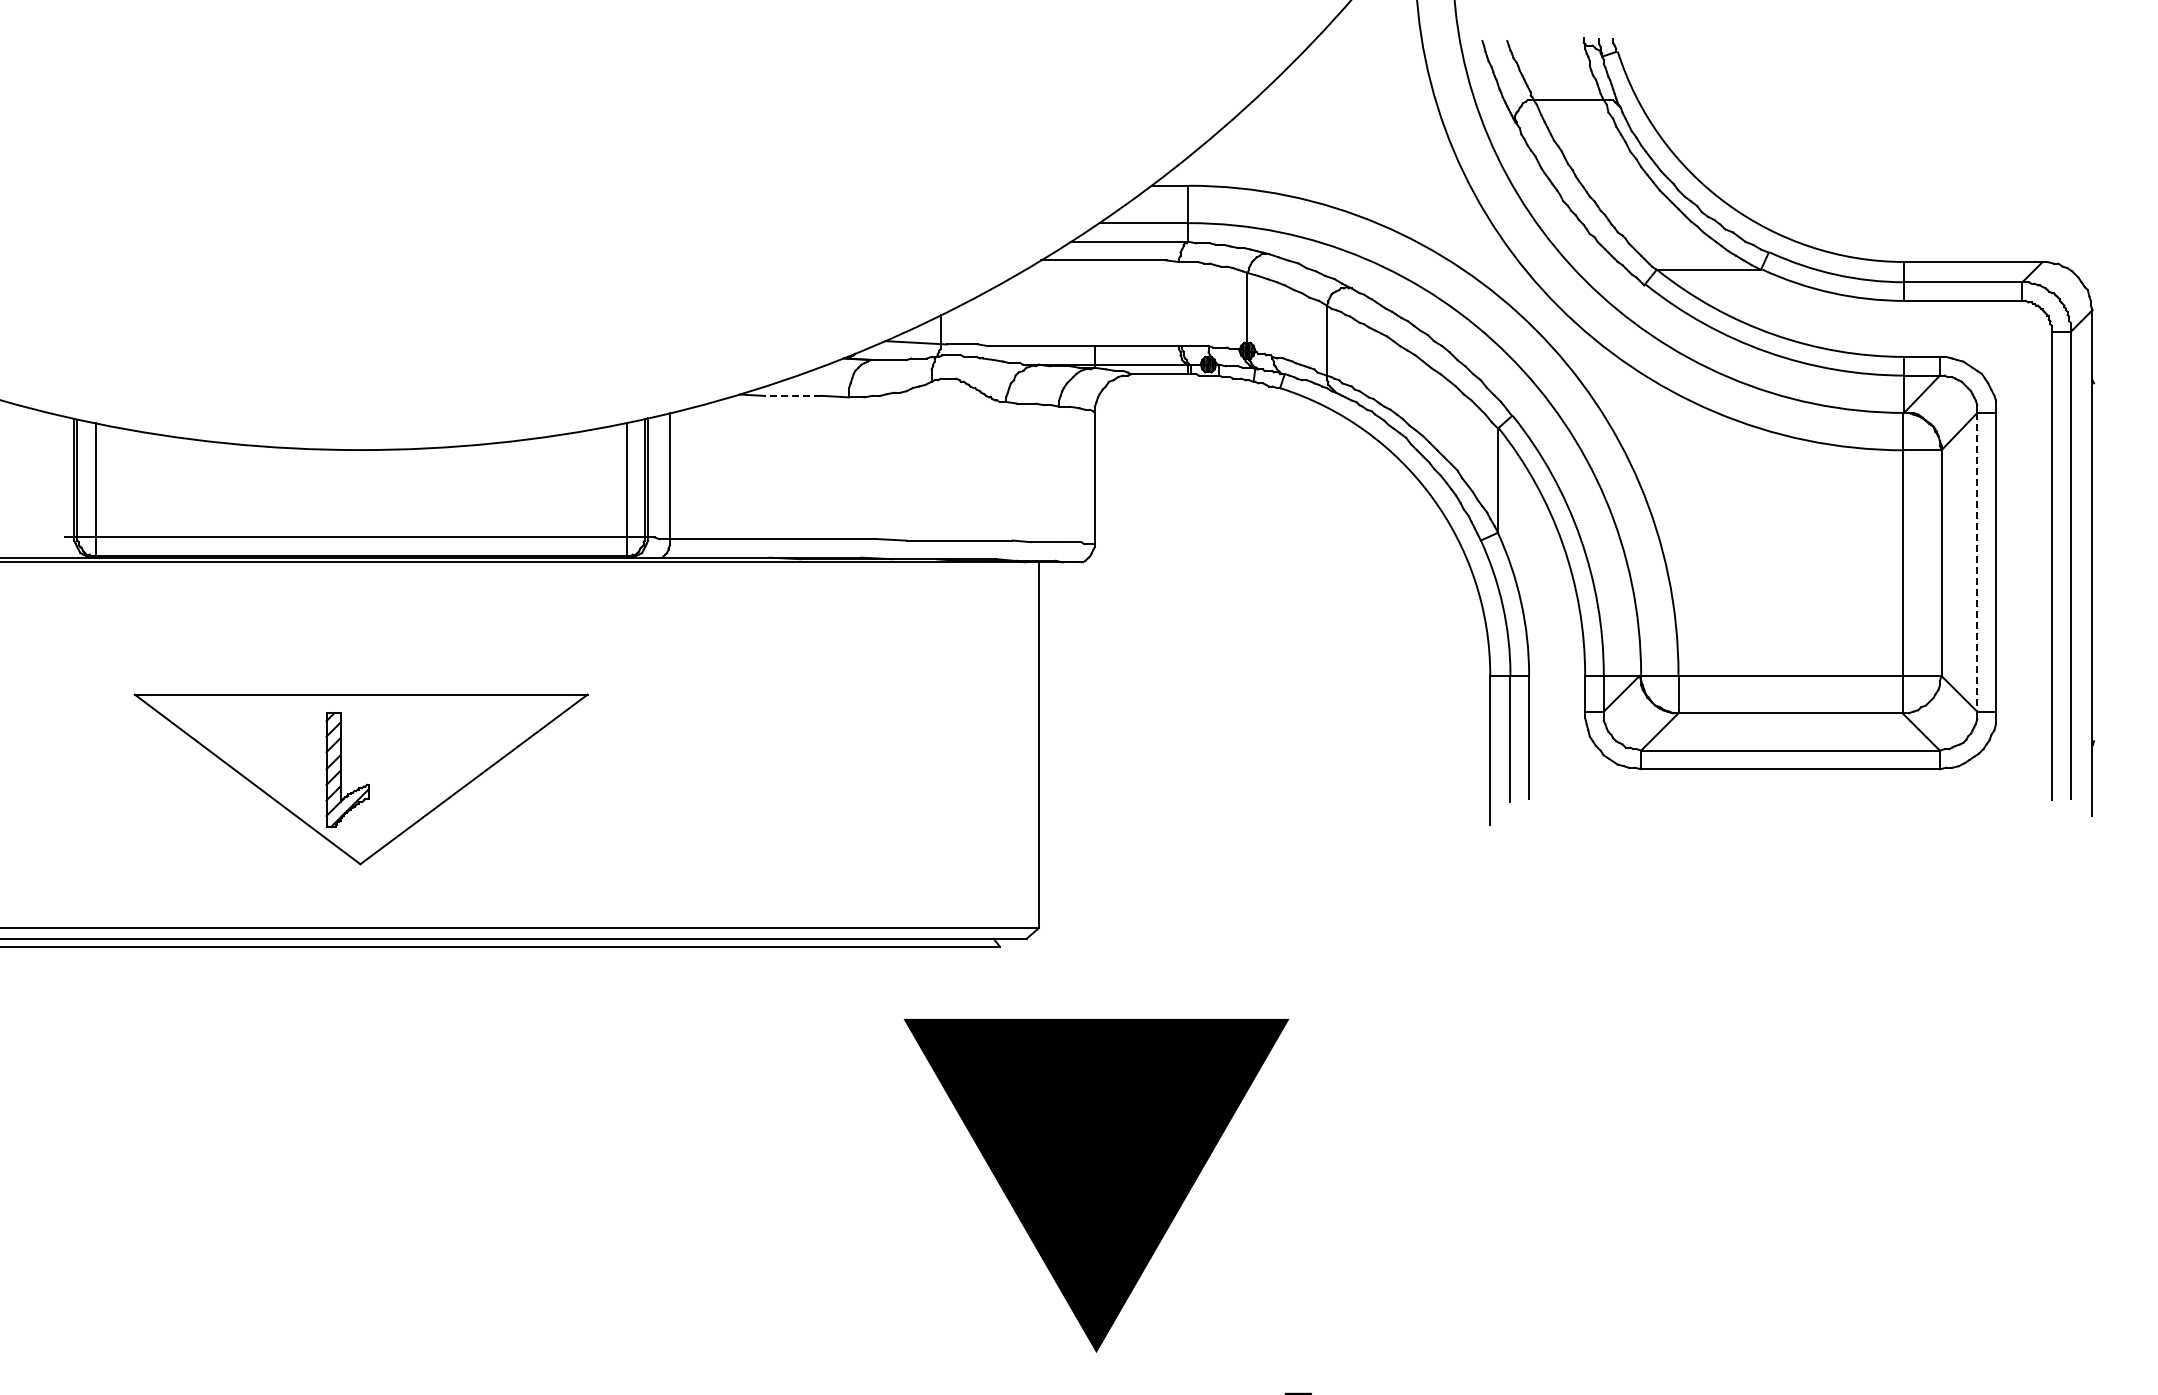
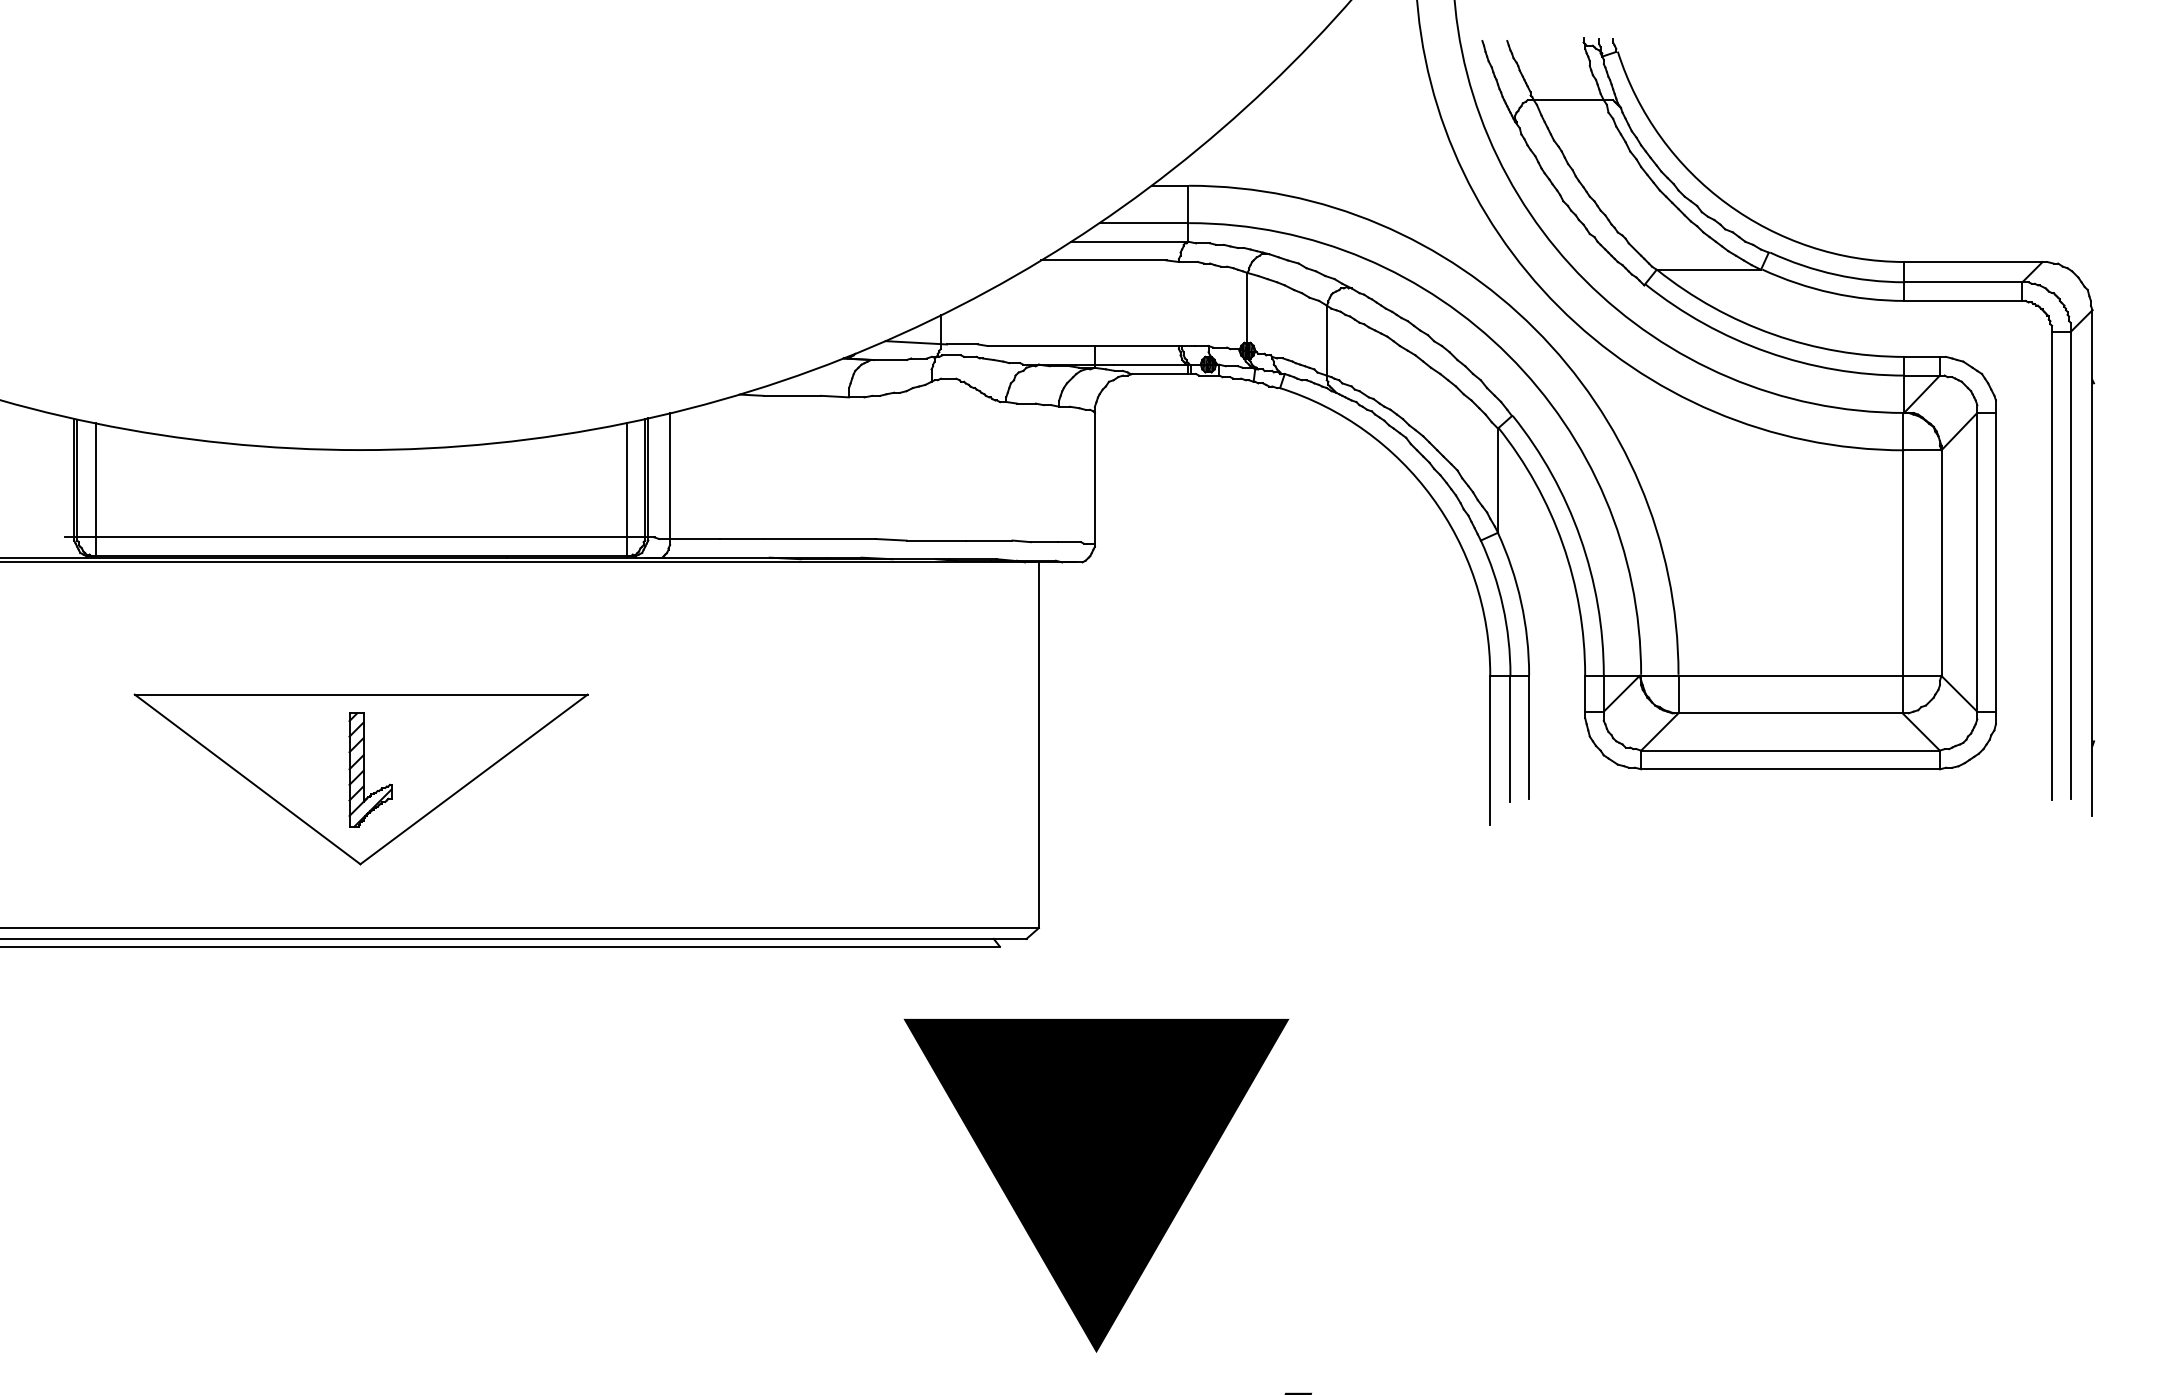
line at (792, 395): dashed -> solid
line at (1977, 562): dashed -> solid
part at (347, 769) position: (347, 769) -> (370, 769)
